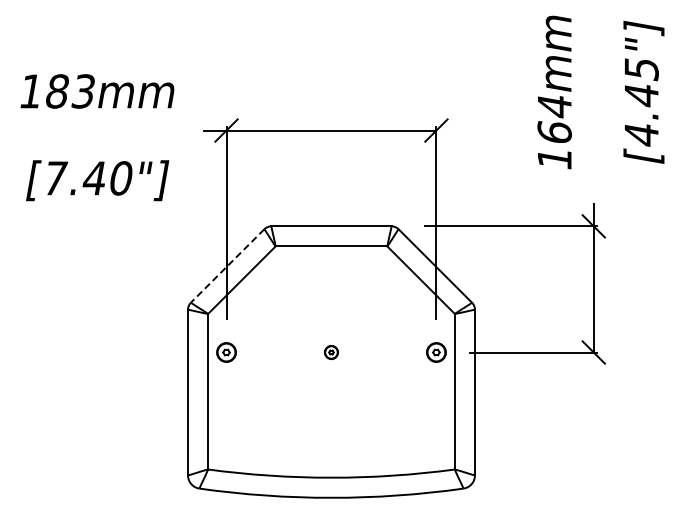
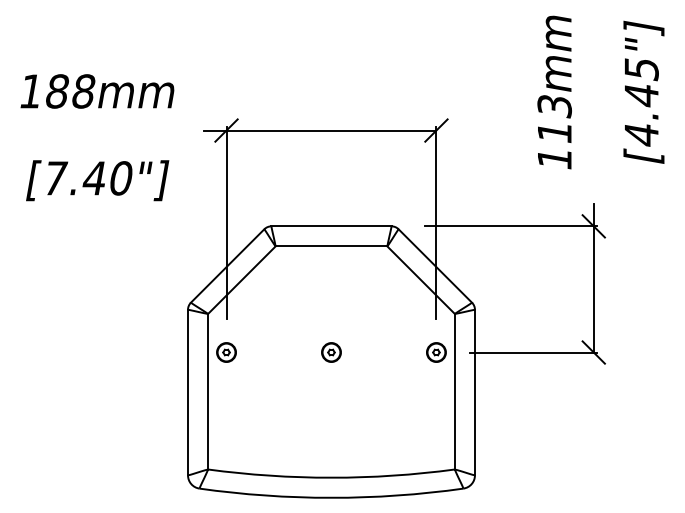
text at (83, 91): 183mm -> 188mm
text at (554, 118): 164mm -> 113mm
line at (227, 265): dashed -> solid
part at (331, 352) size: 15x15 px -> 21x21 px
